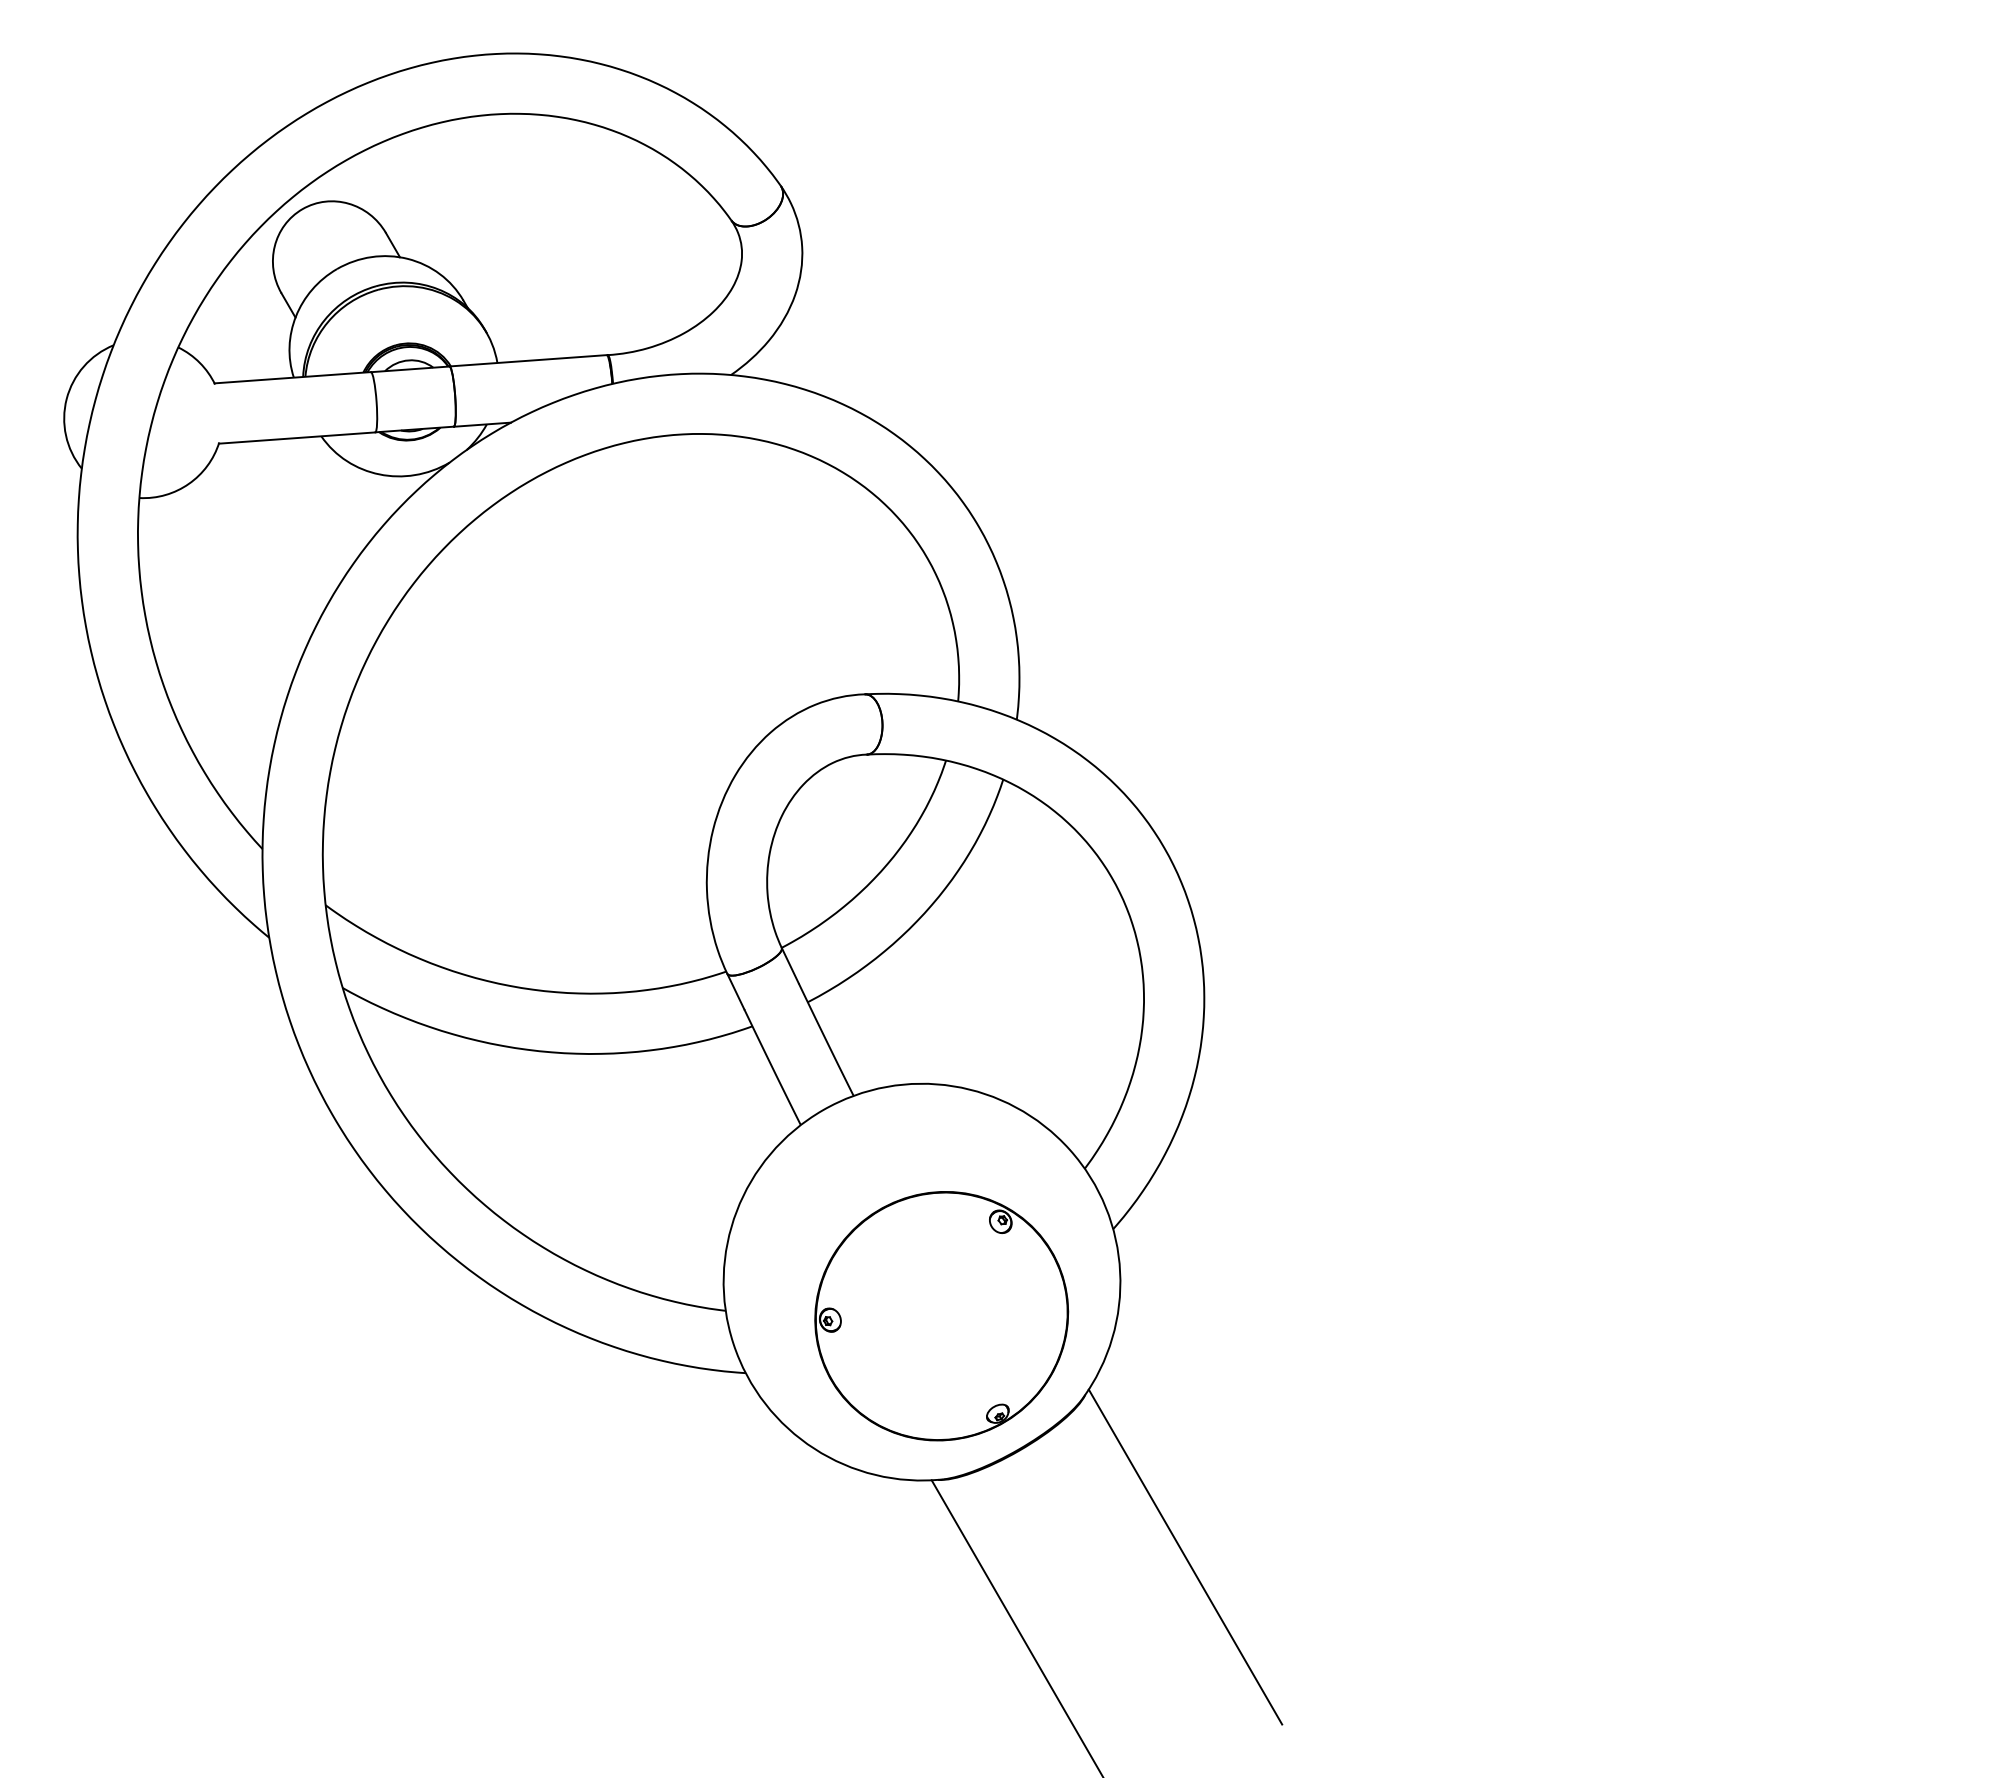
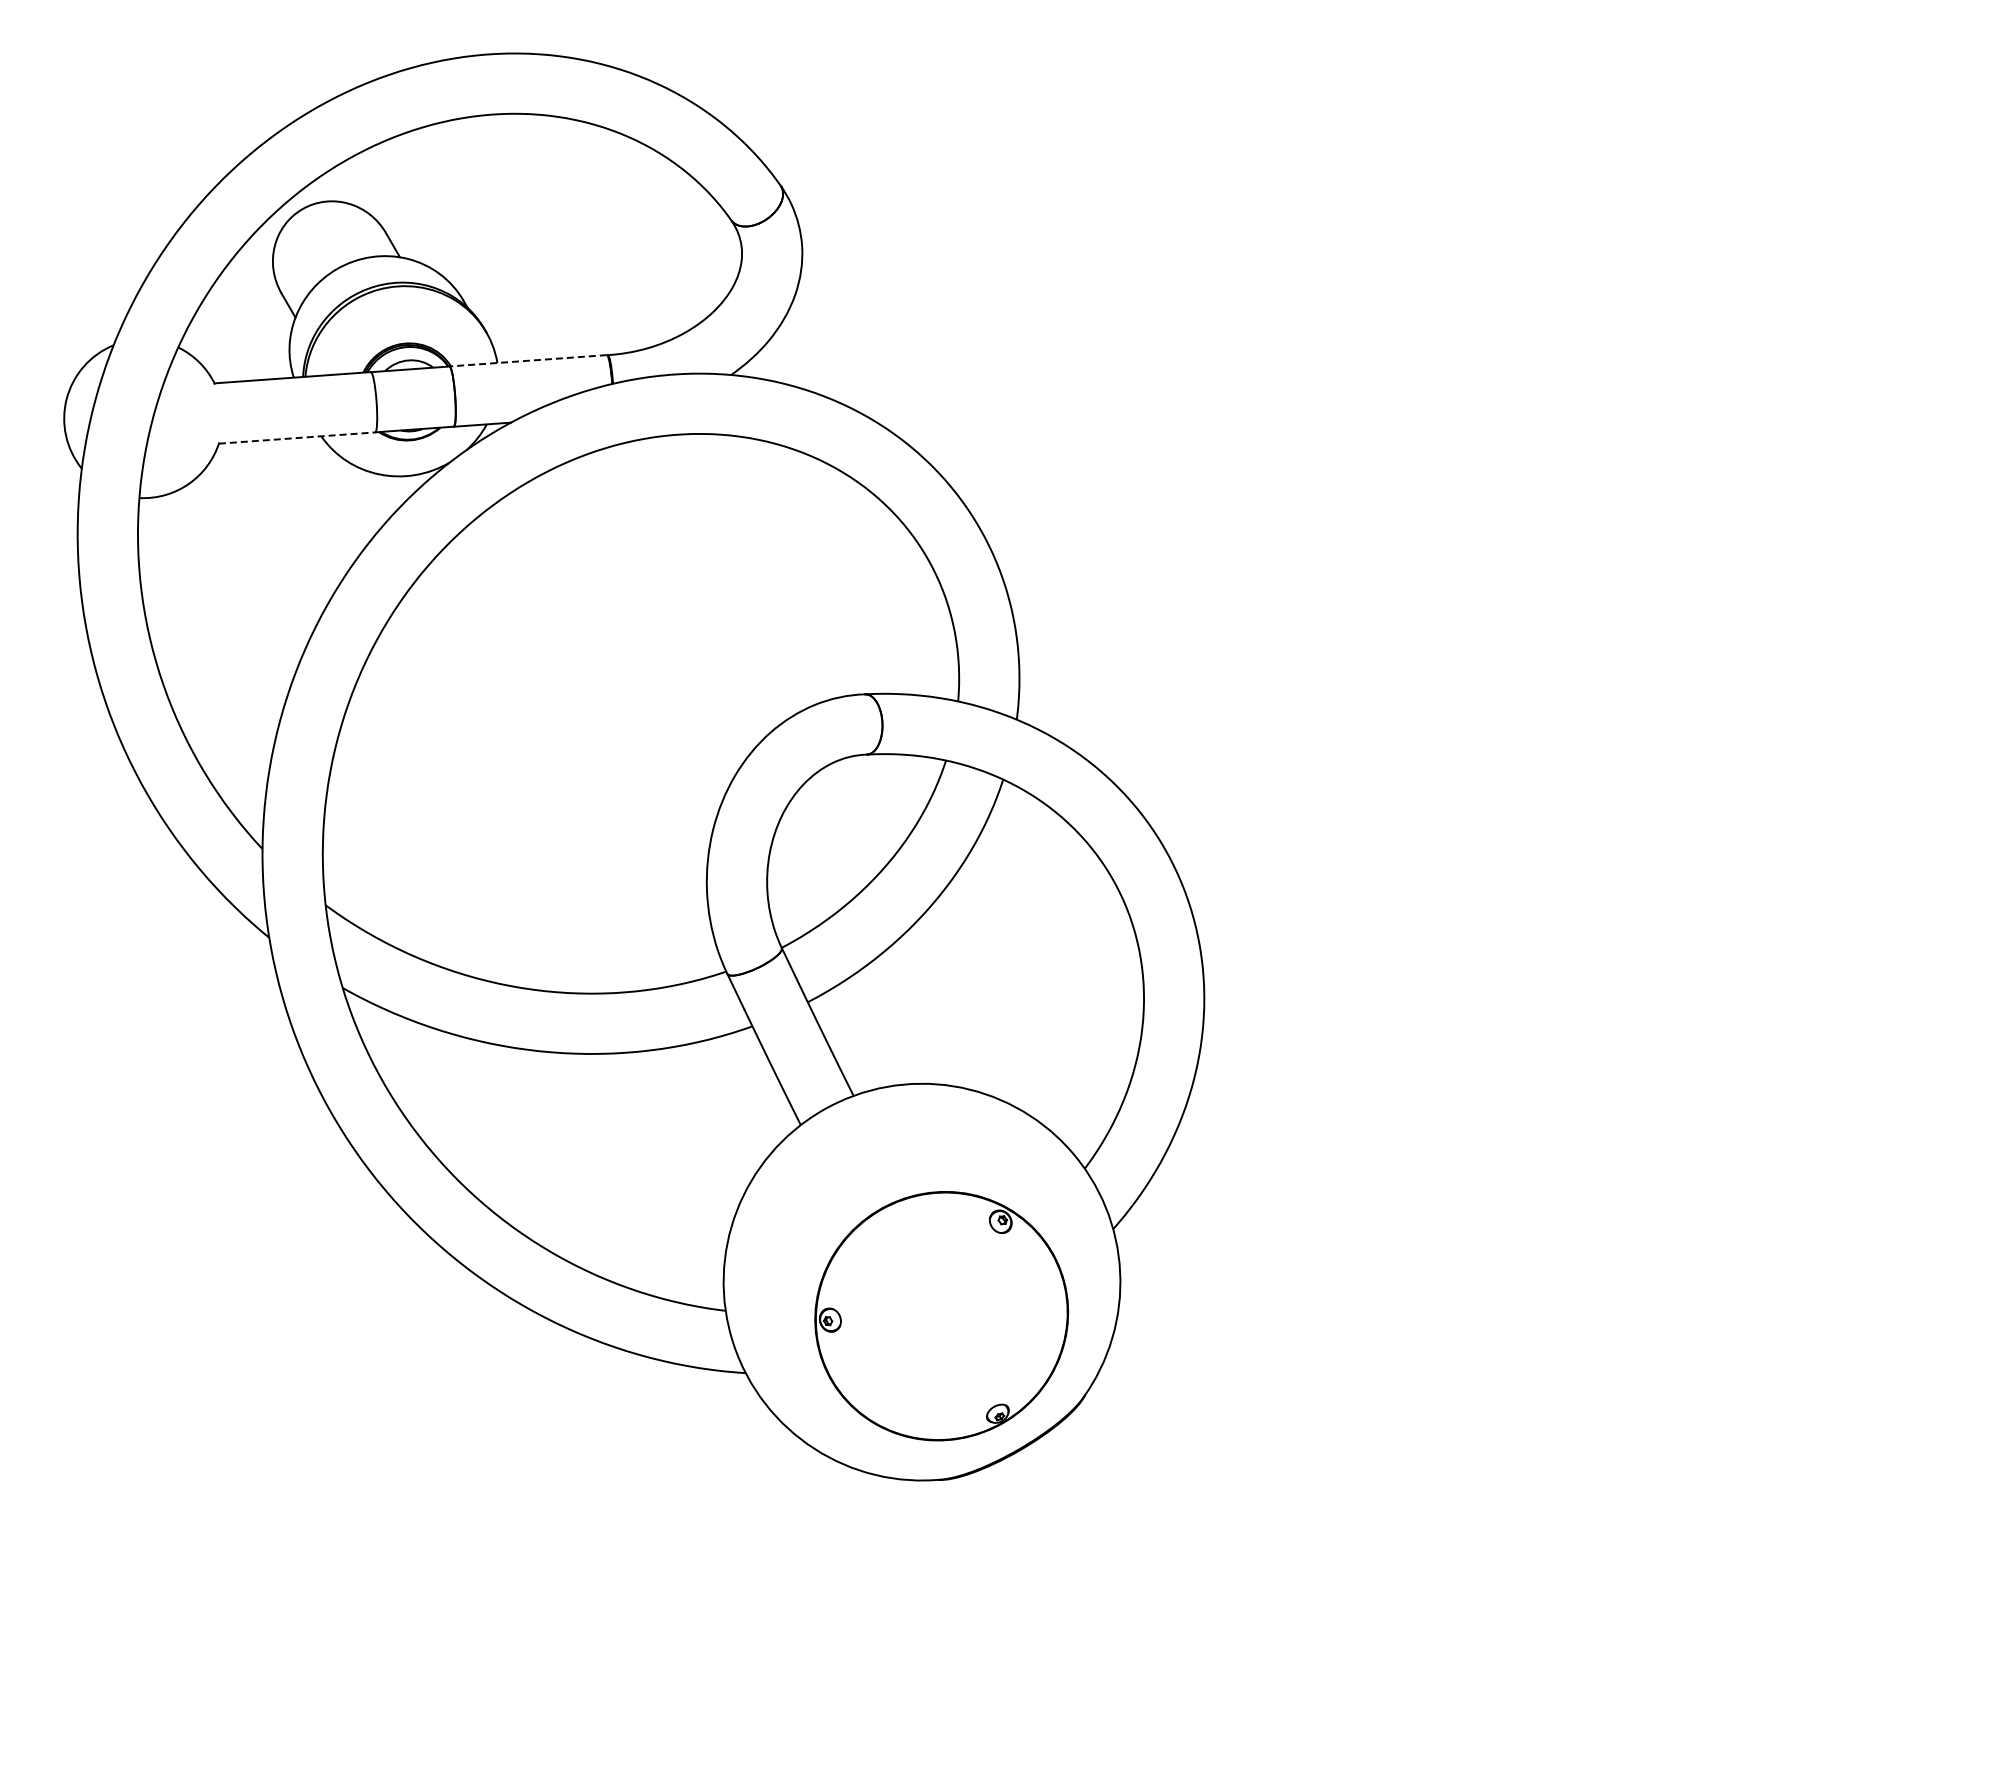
line at (528, 360): solid -> dashed
line at (297, 438): solid -> dashed
line at (1185, 1556): present -> none
line at (1016, 1627): present -> none
